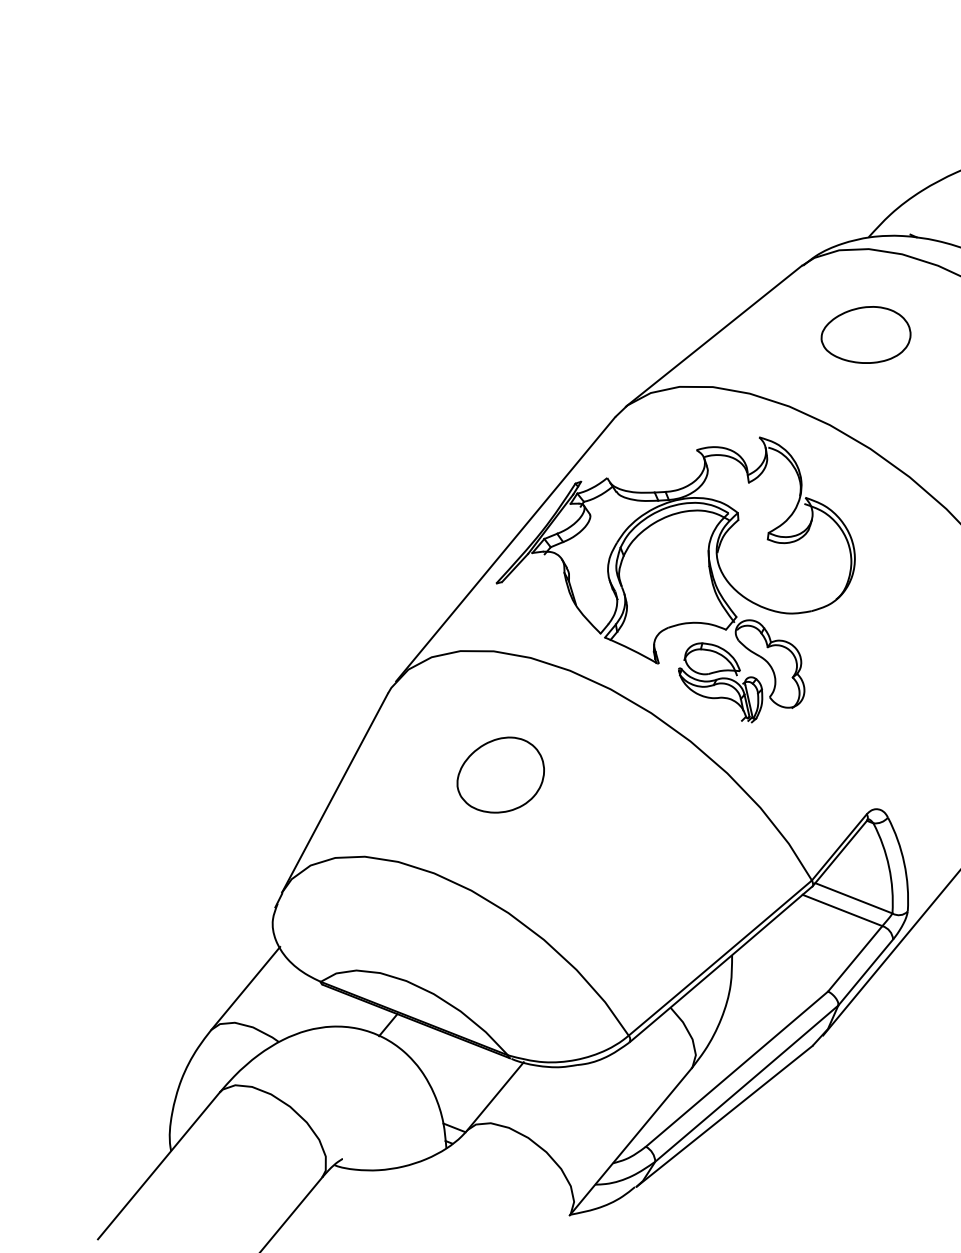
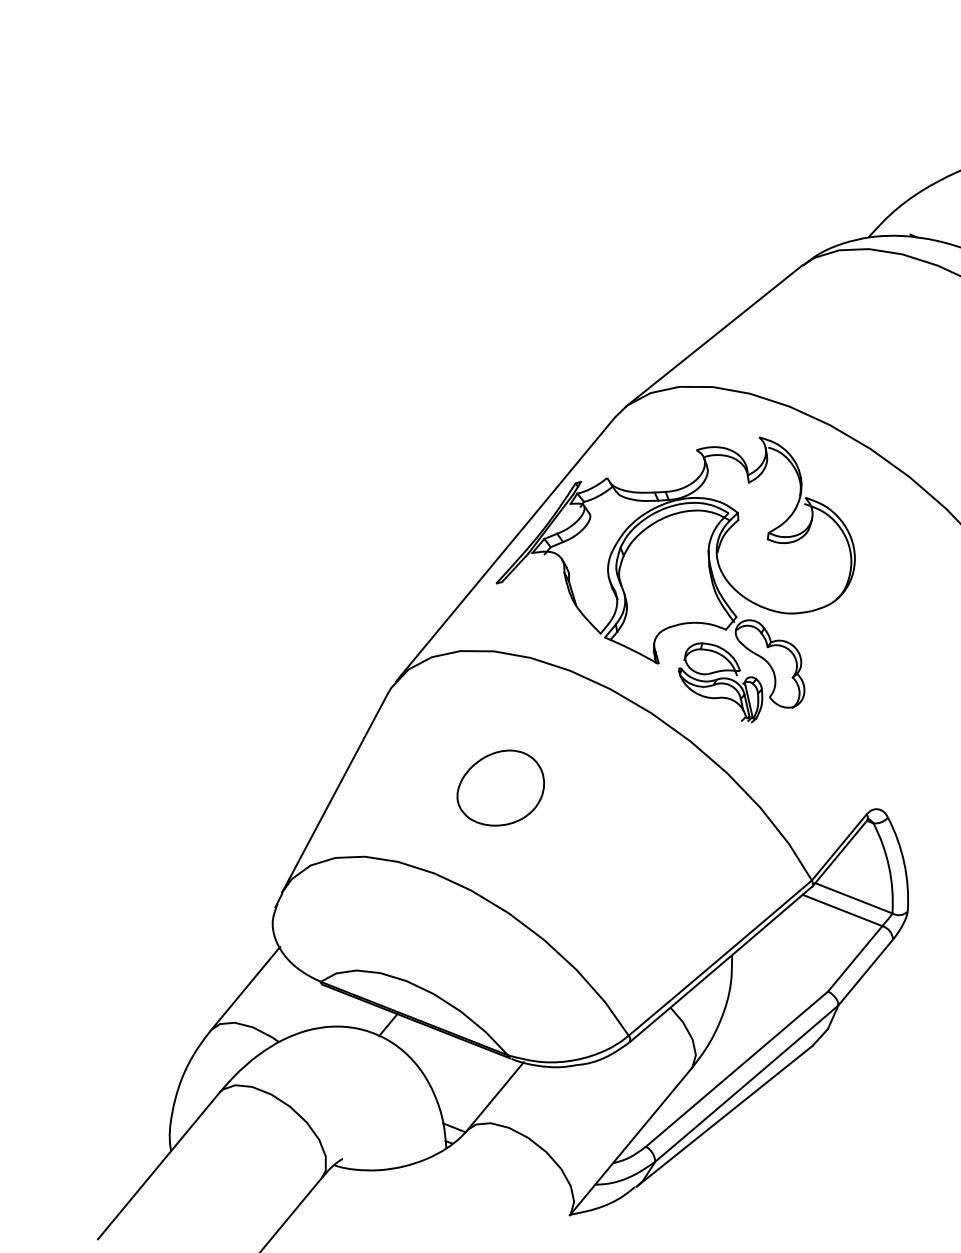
part at (865, 334): present -> none
part at (500, 774) position: (500, 774) -> (500, 787)
line at (890, 954): present -> none
